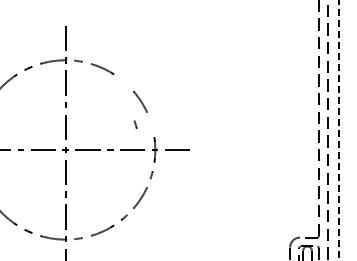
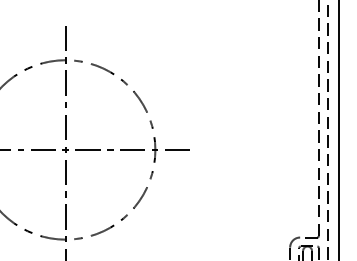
part at (123, 82): none -> present
part at (135, 124) position: (135, 124) -> (151, 124)
line at (338, 130): dashed -> solid
